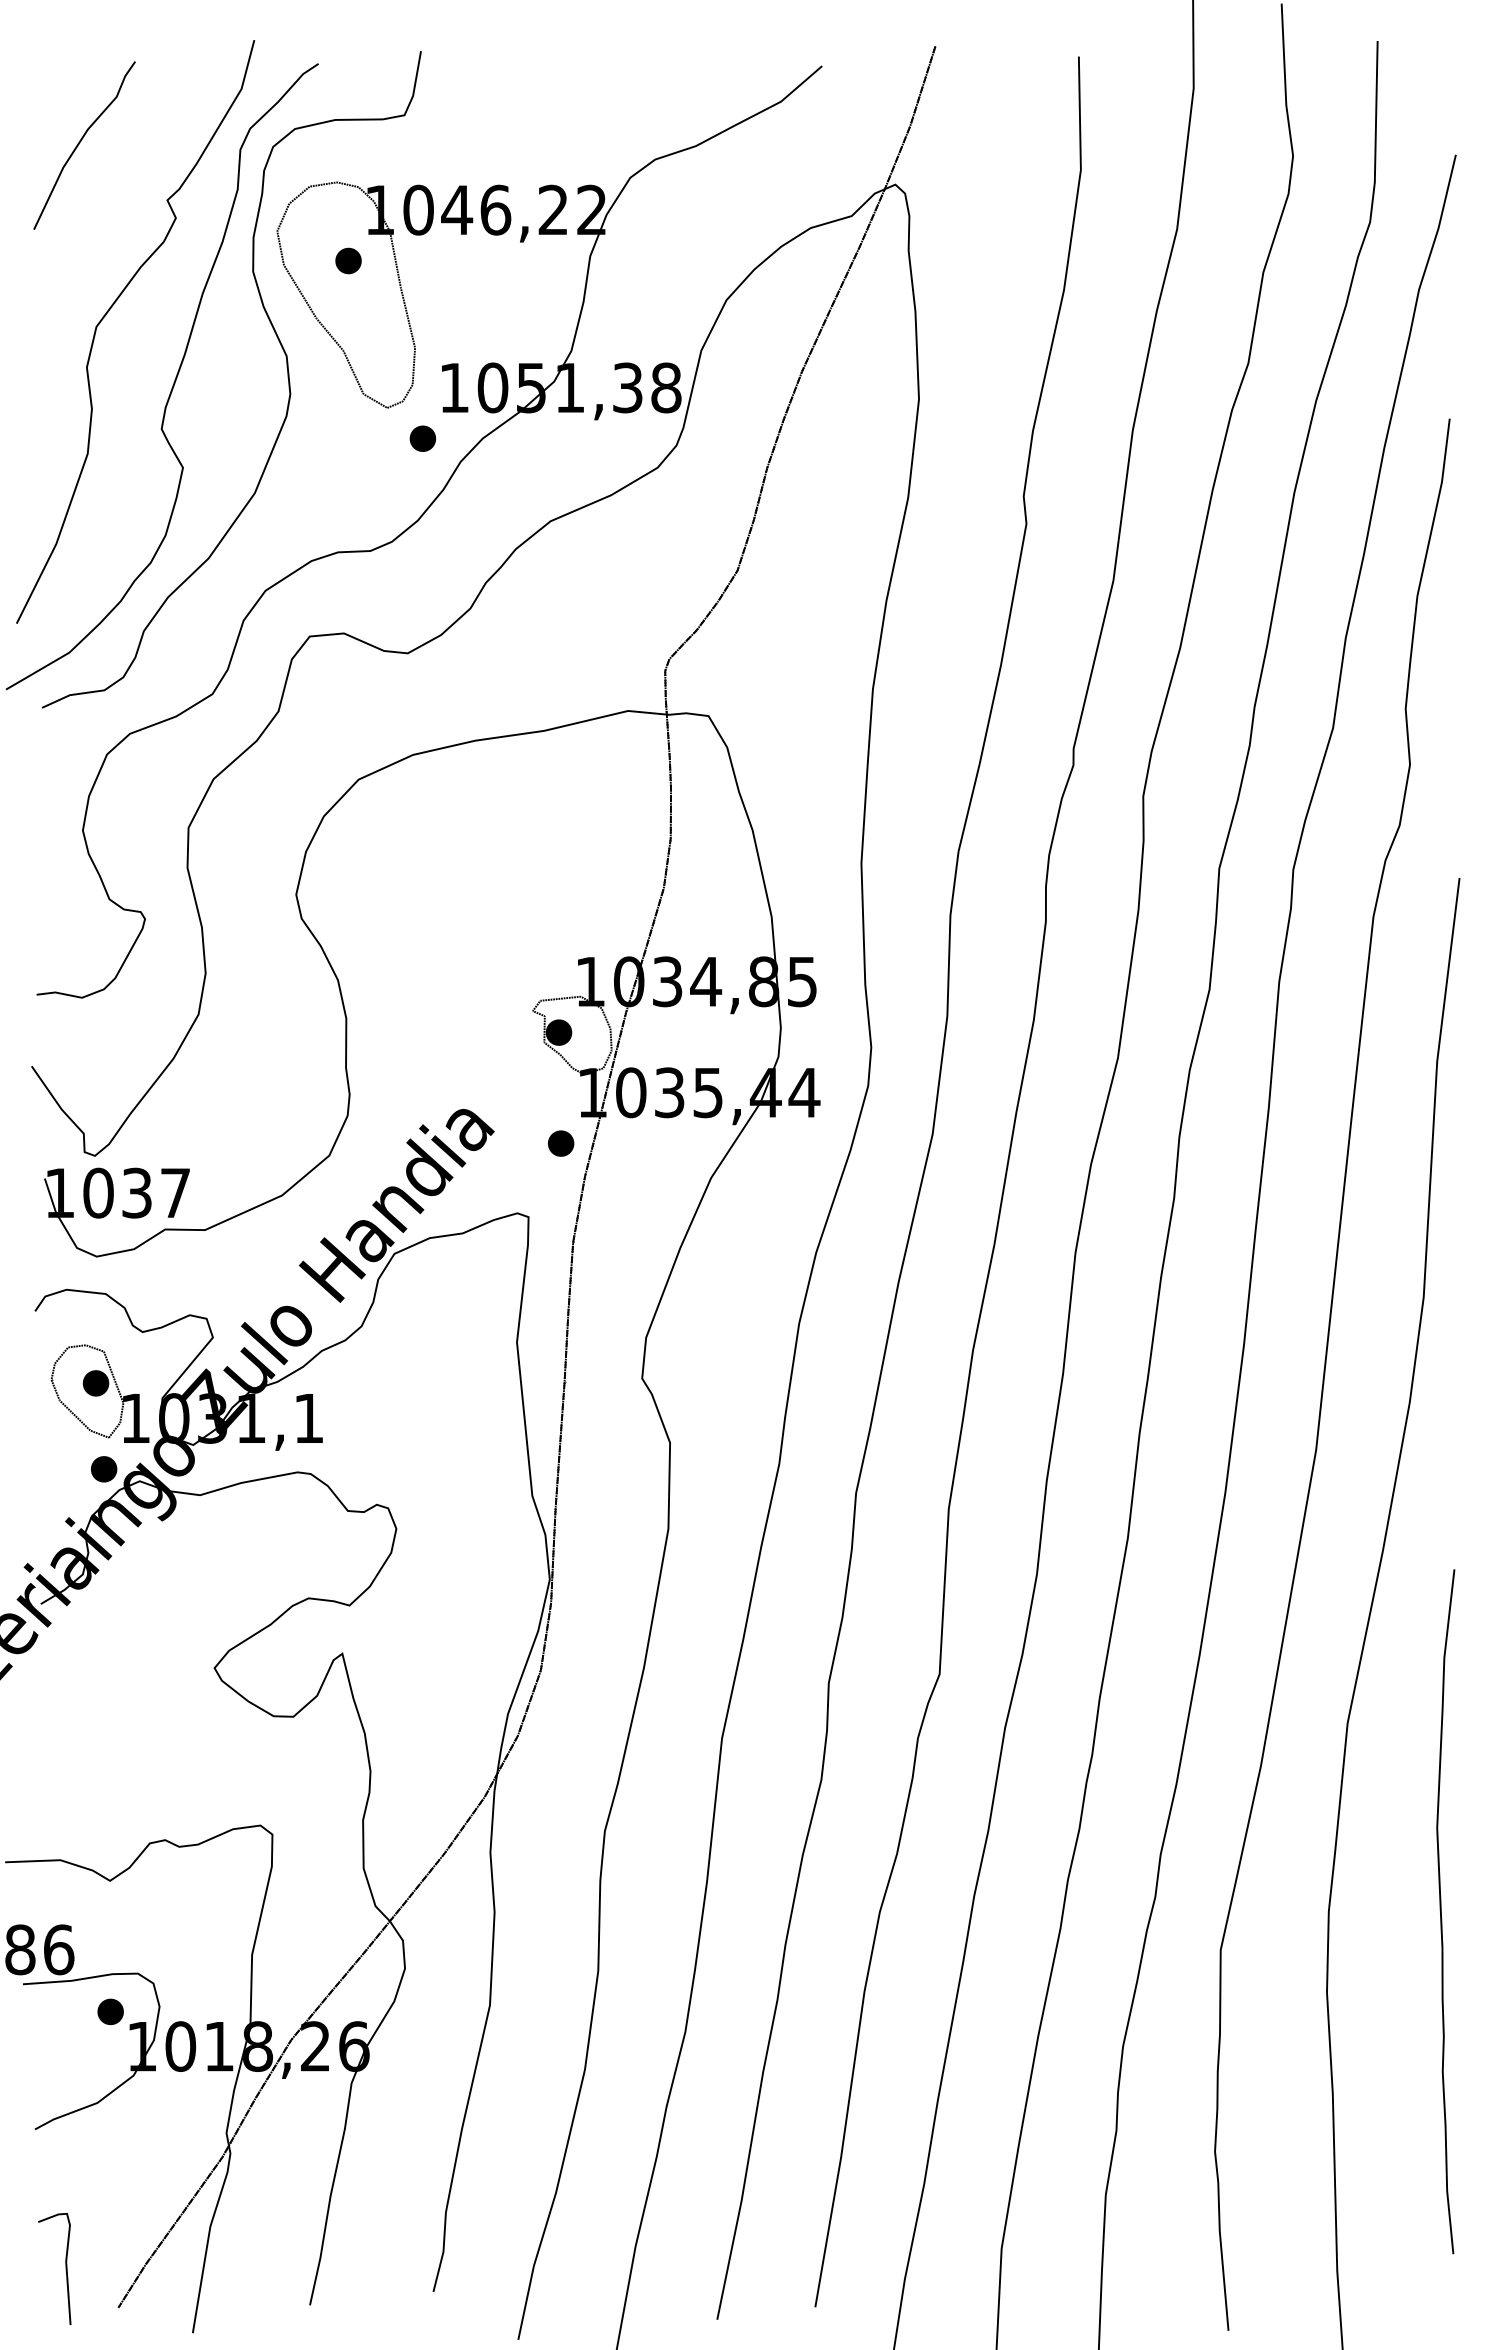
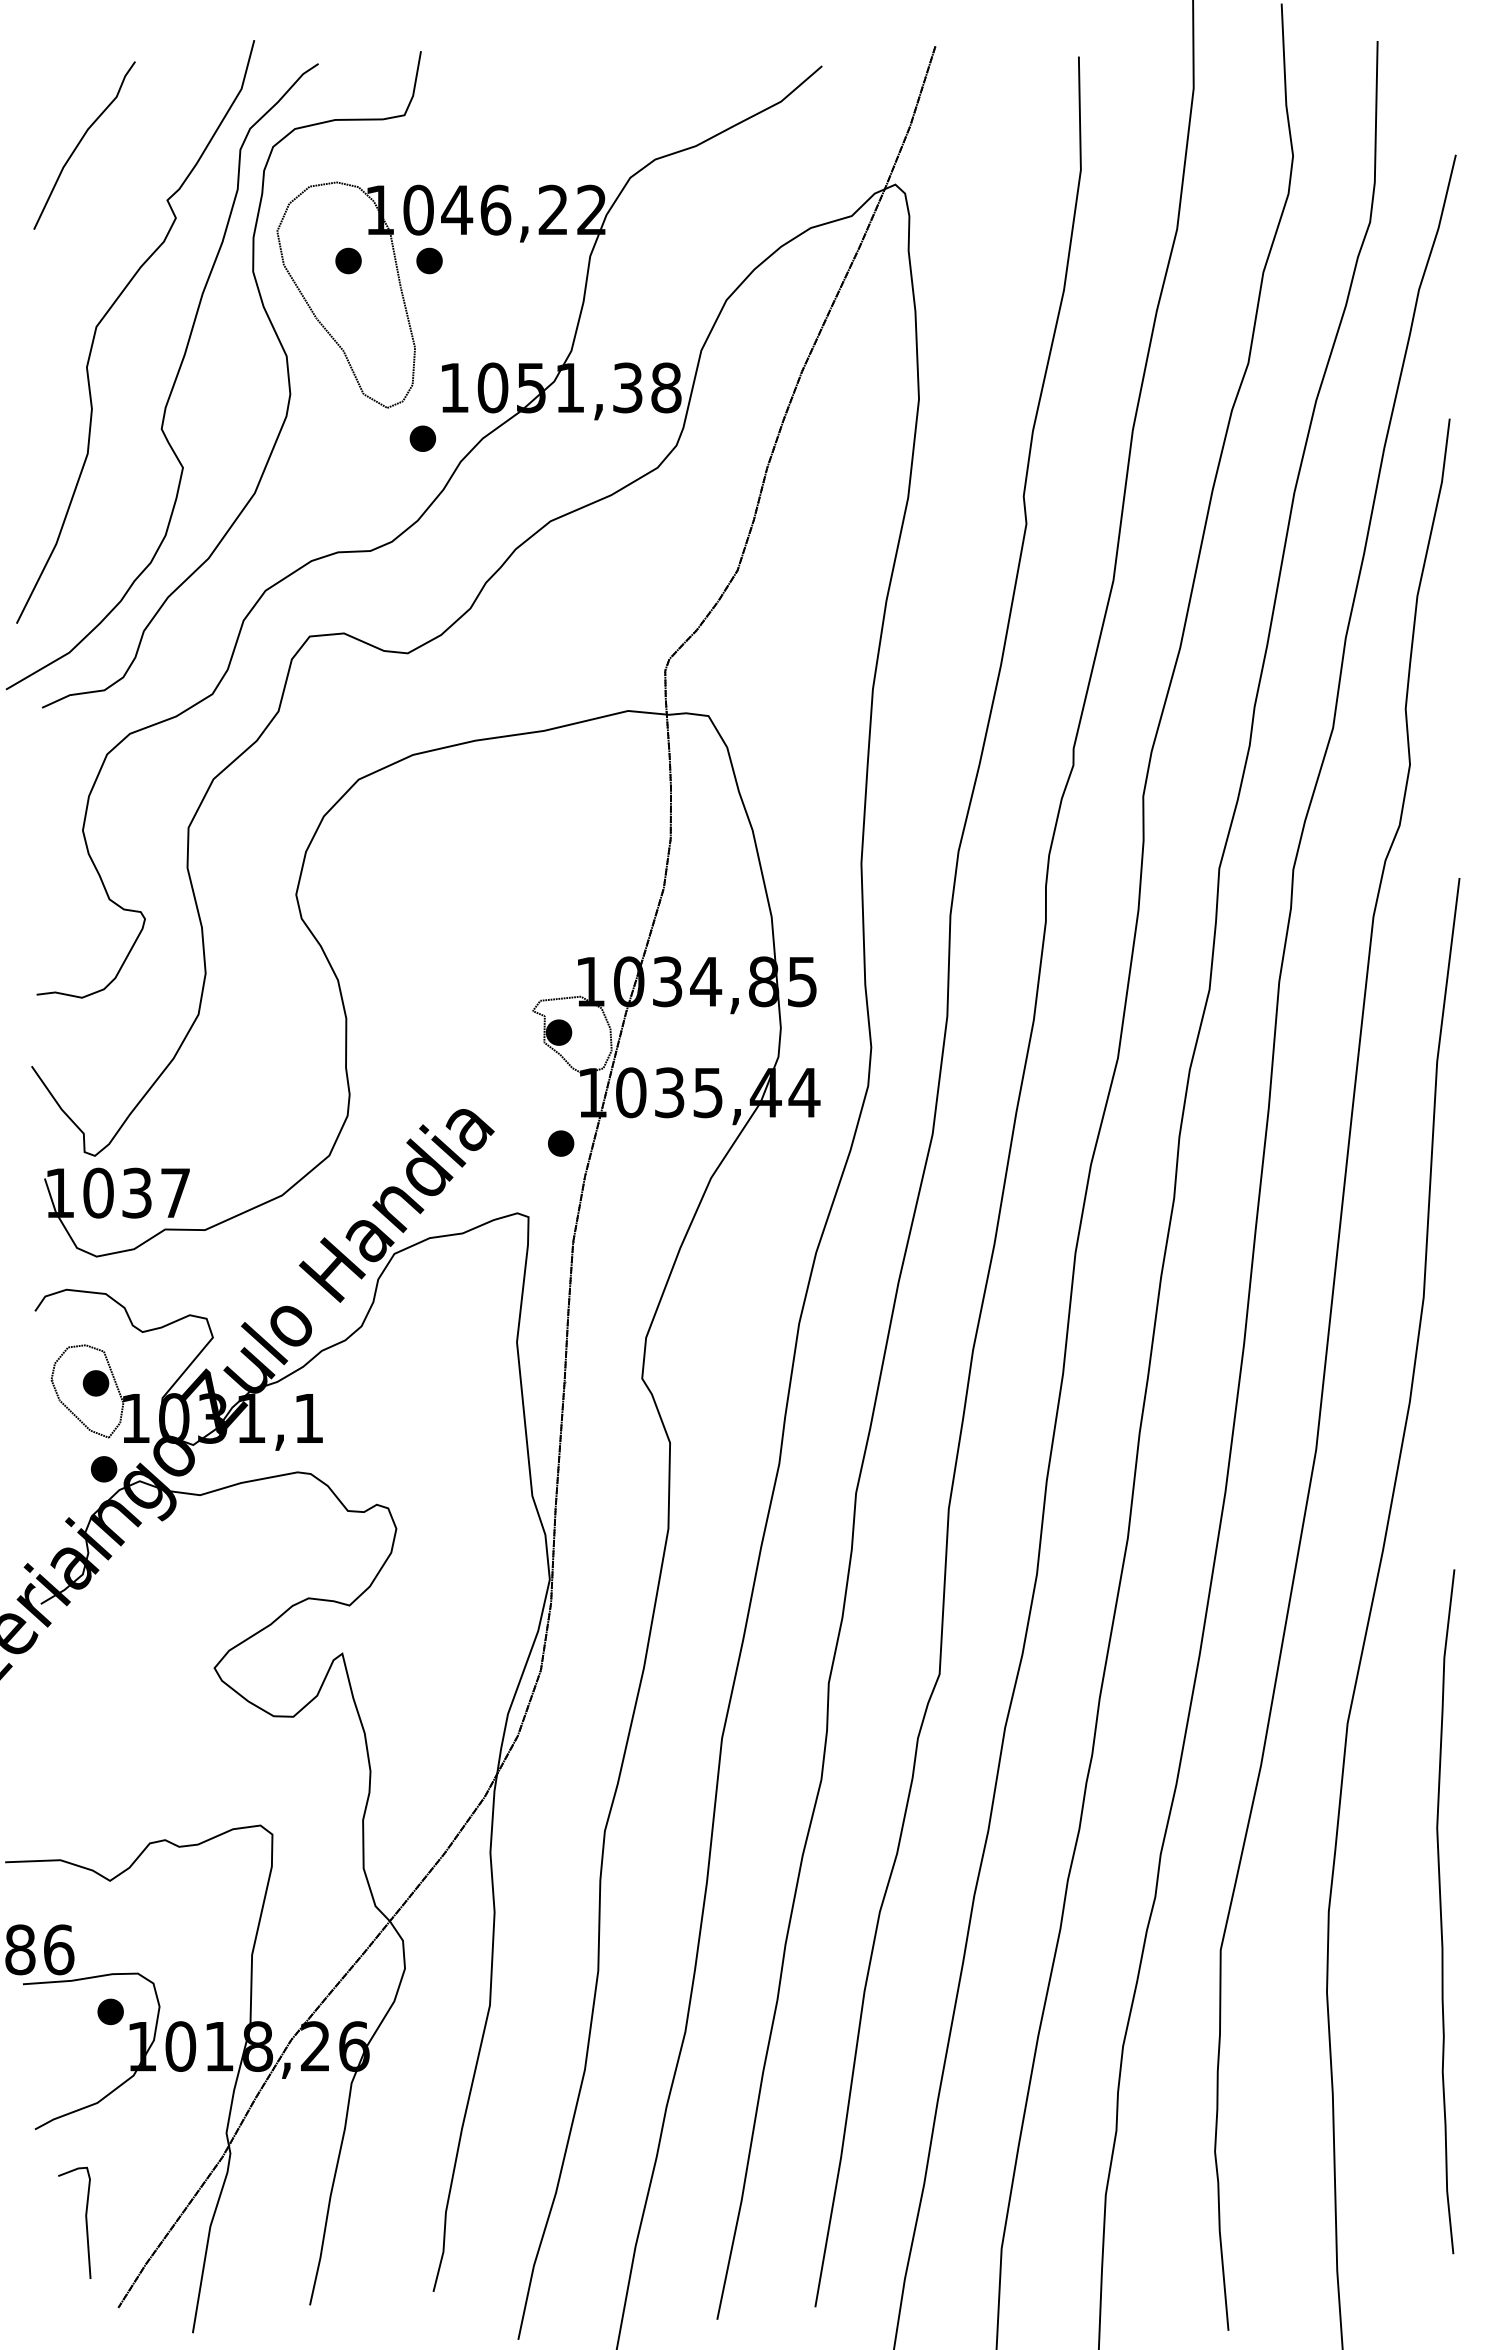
part at (429, 260): none -> present
curve at (65, 2268) position: (65, 2268) -> (85, 2222)
